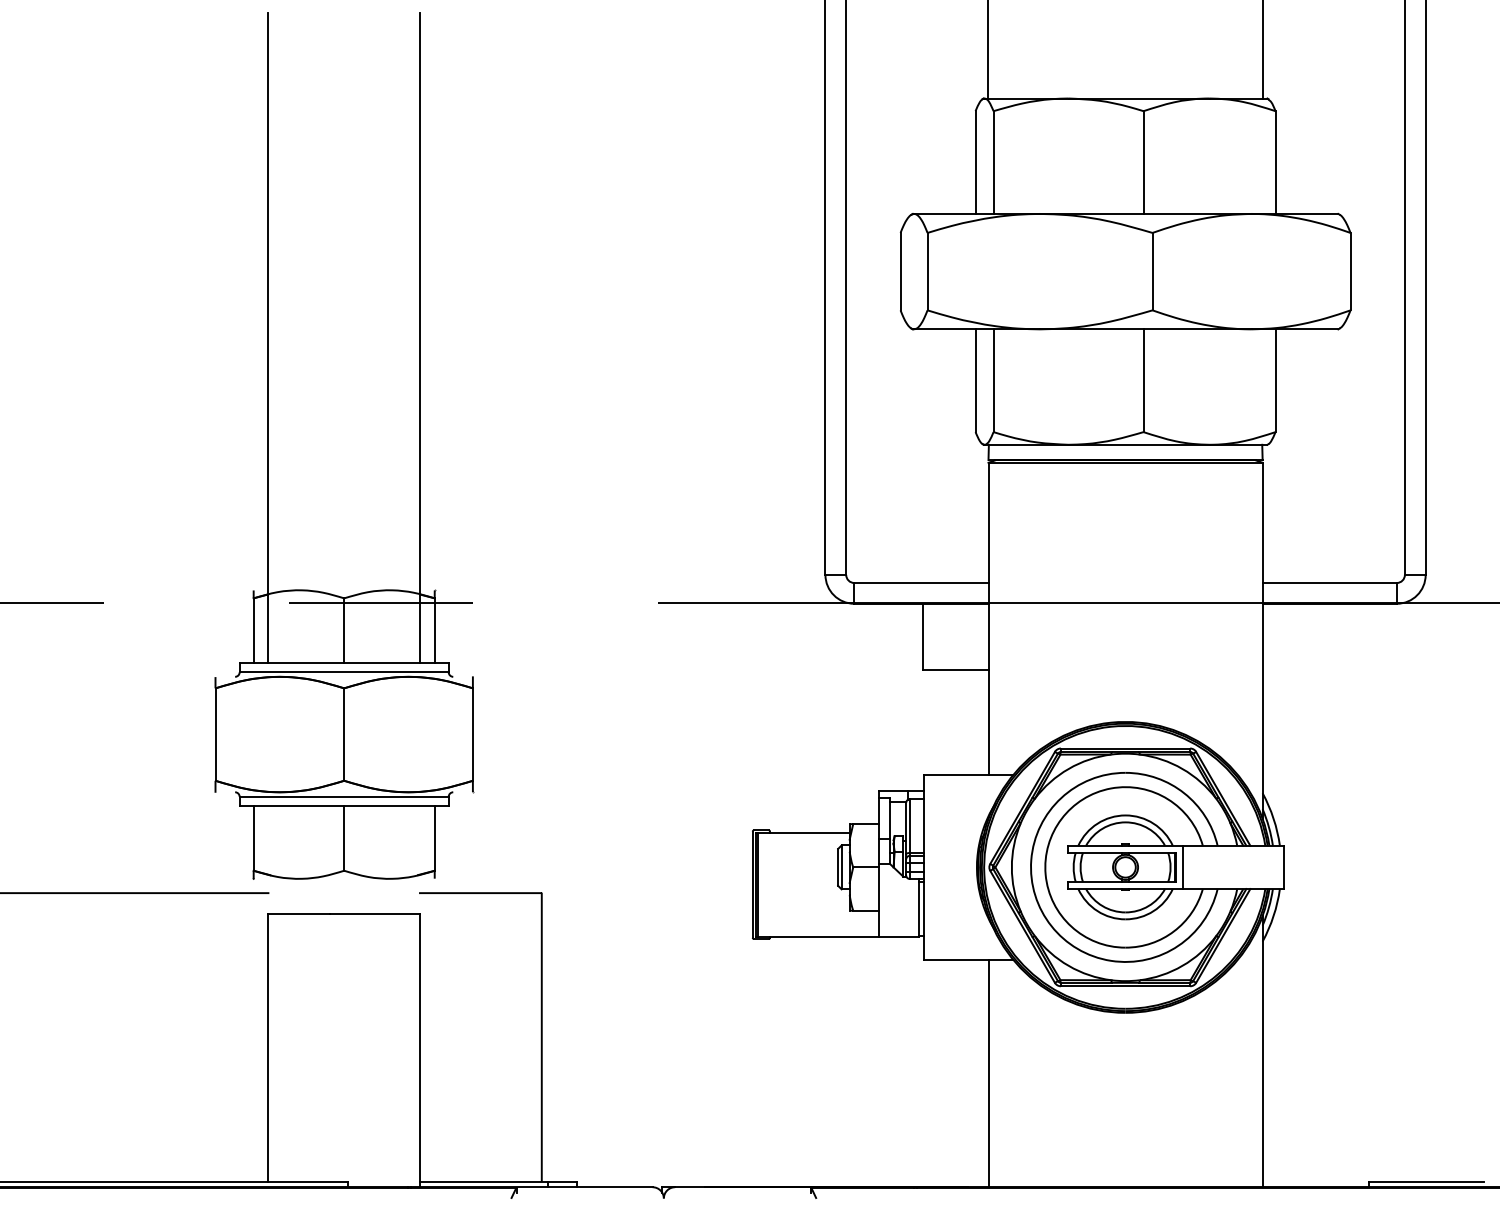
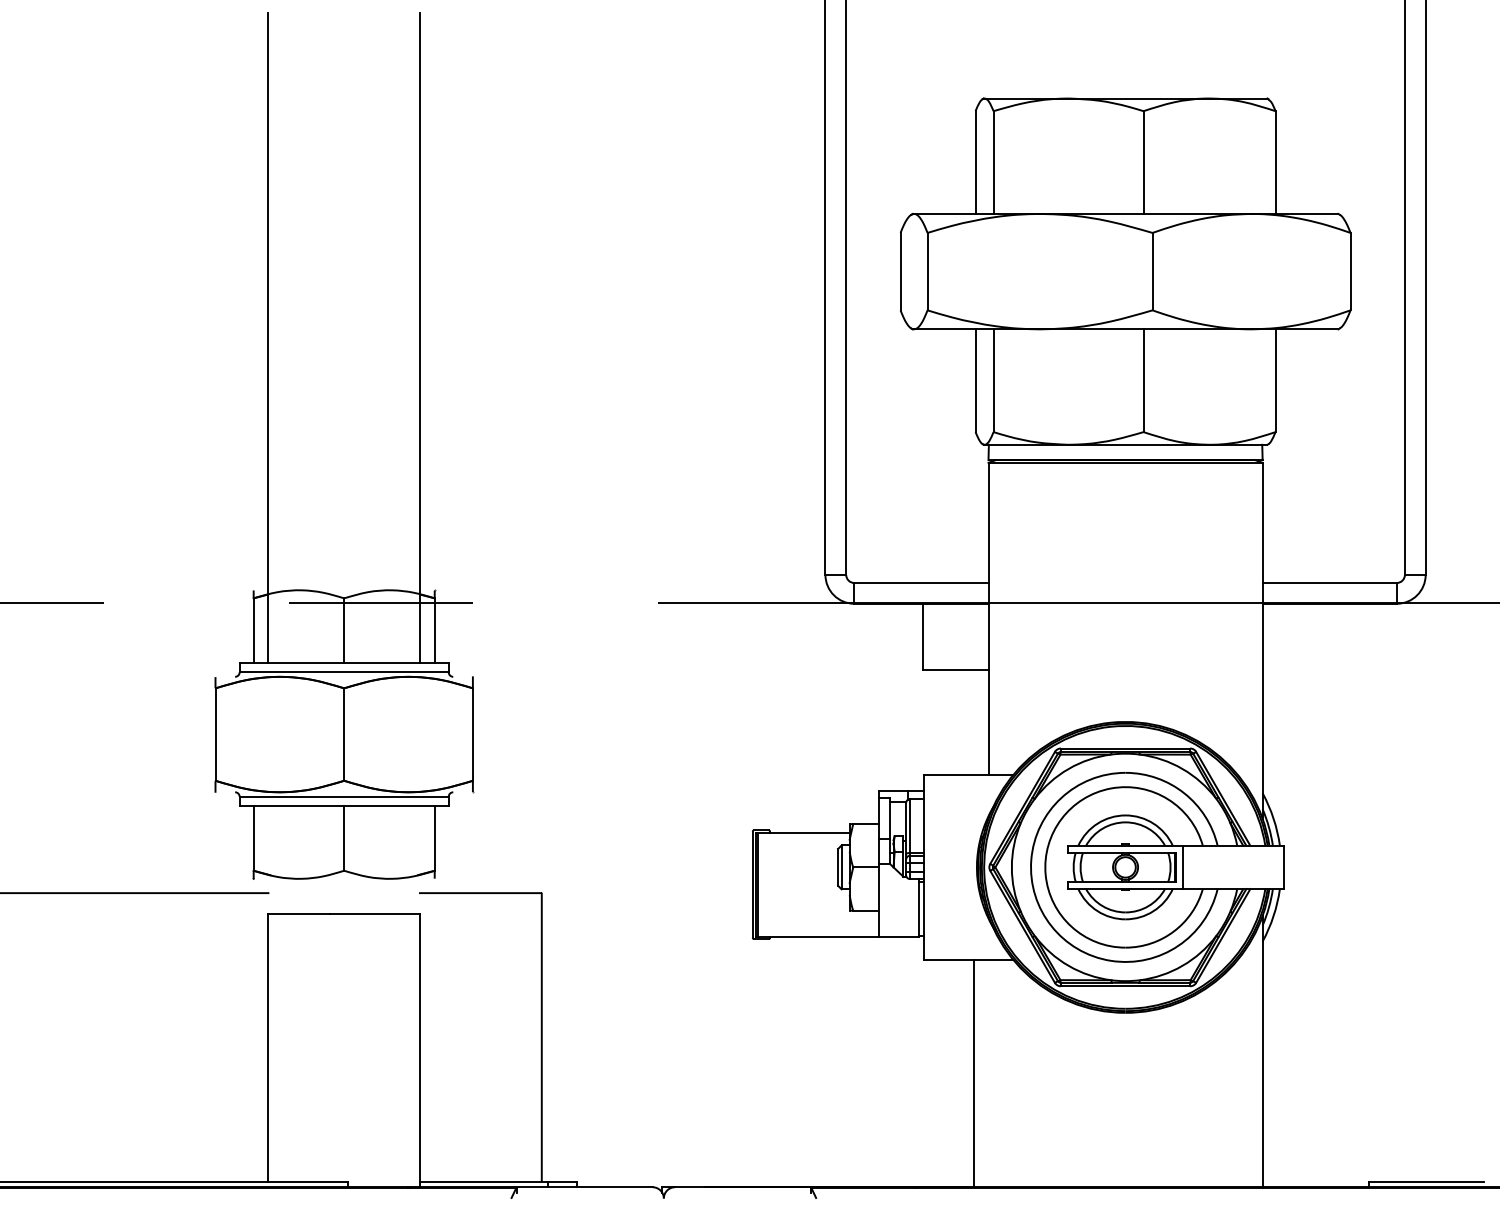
line at (988, 50): present -> none
line at (1262, 50): present -> none
line at (988, 1073) position: (988, 1073) -> (973, 1073)
